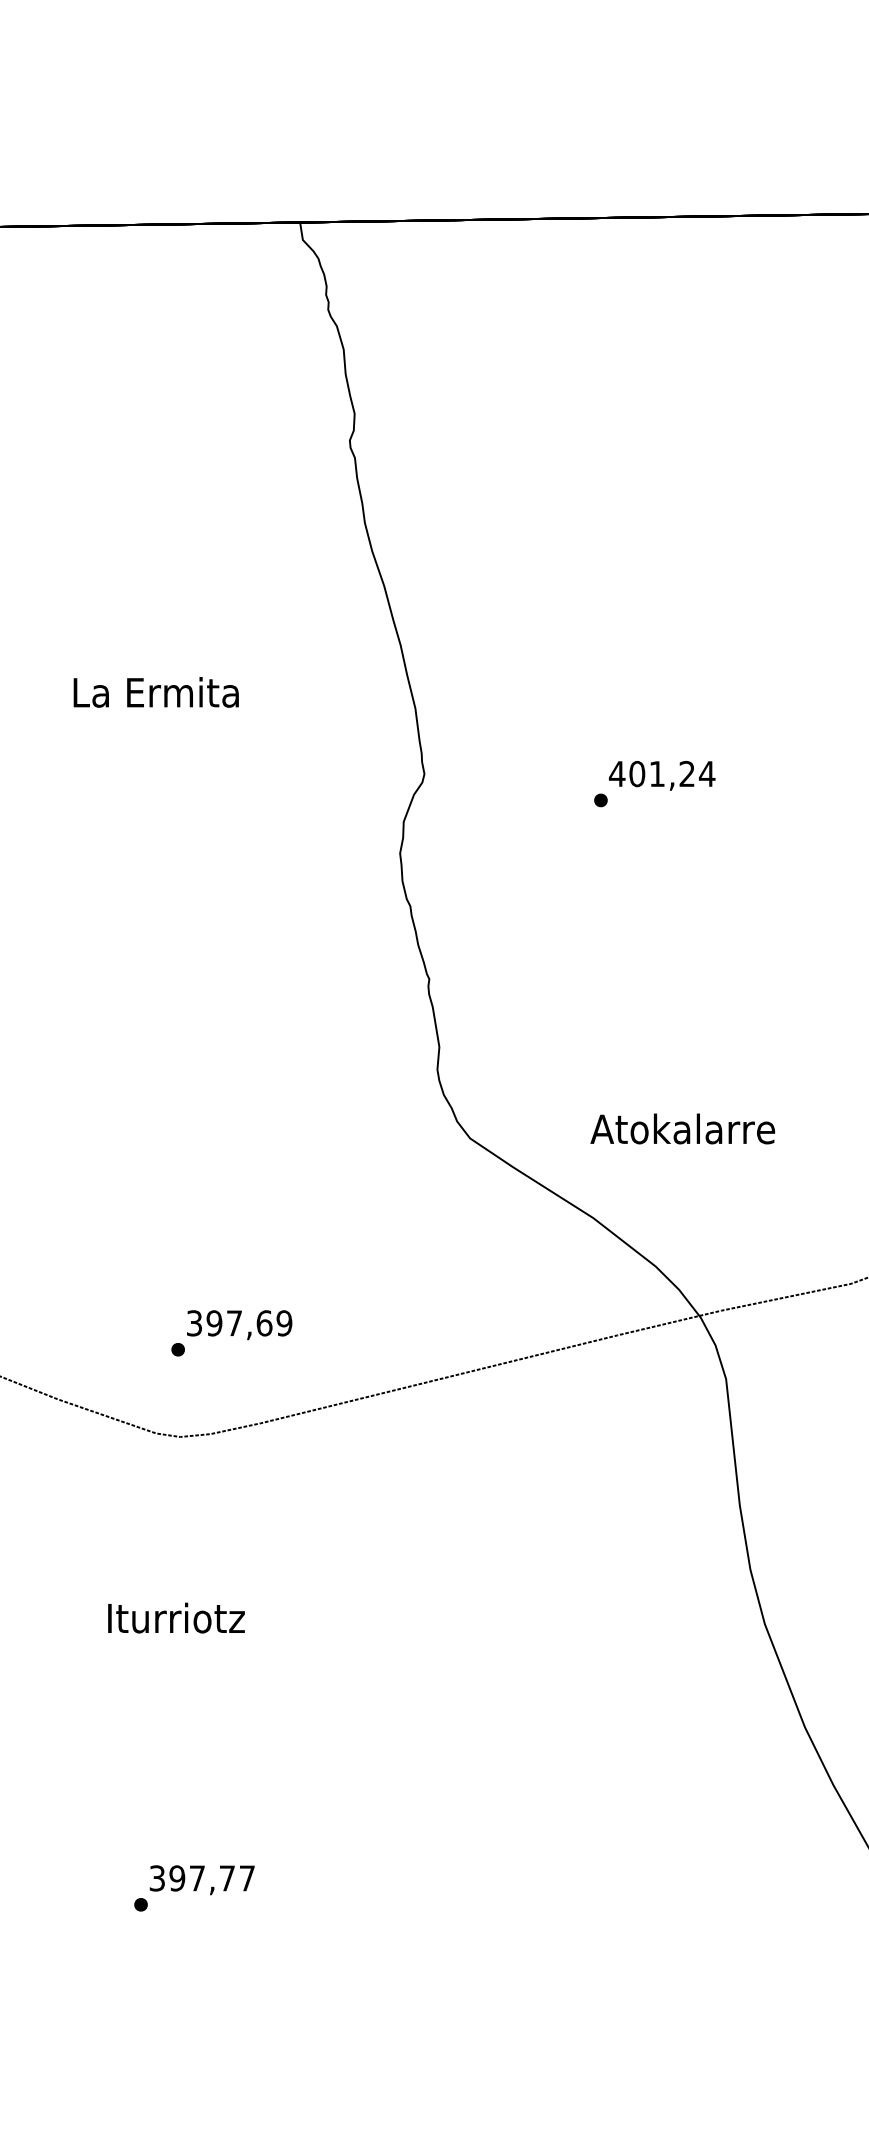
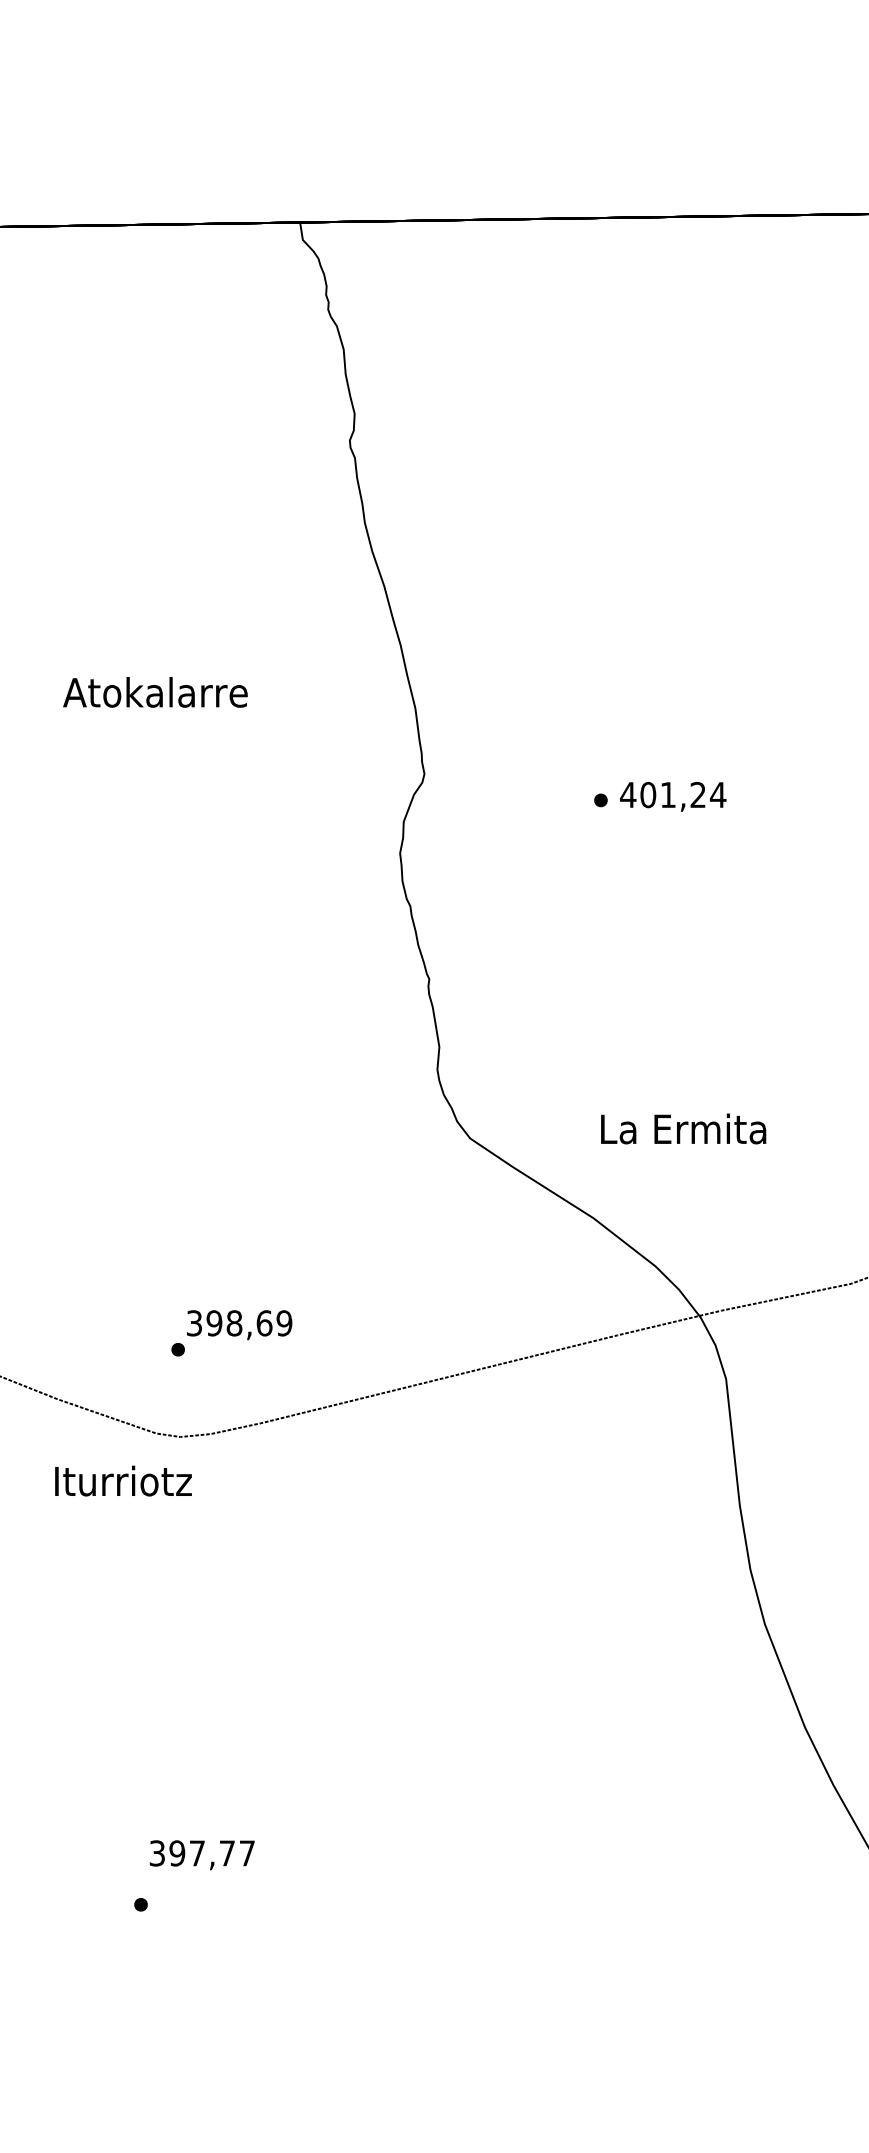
text at (155, 692): La Ermita -> Atokalarre
text at (662, 775) position: (662, 775) -> (673, 796)
text at (682, 1128): Atokalarre -> La Ermita
text at (234, 1323): 397,69 -> 398,69
text at (176, 1617) position: (176, 1617) -> (123, 1480)
text at (201, 1880) position: (201, 1880) -> (201, 1855)
